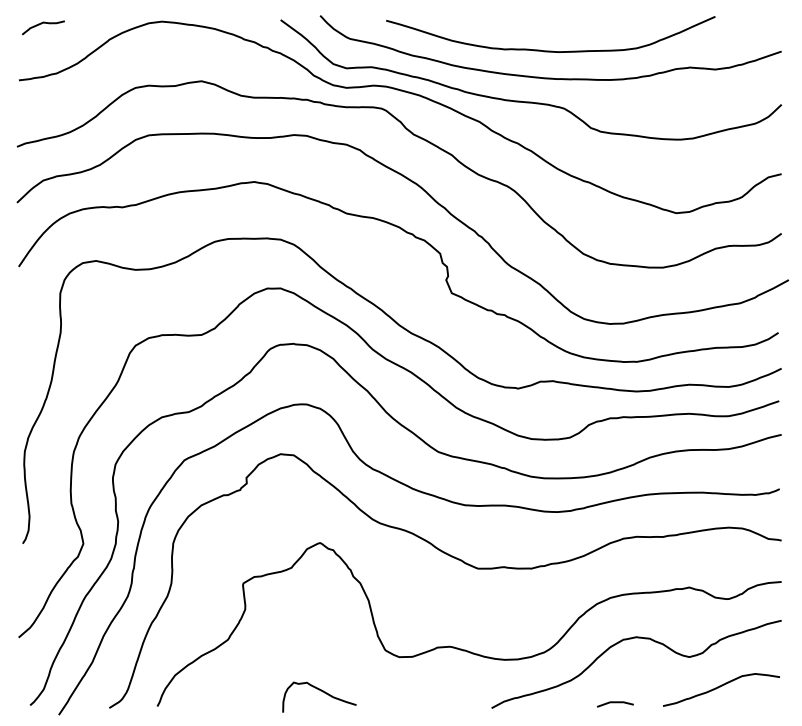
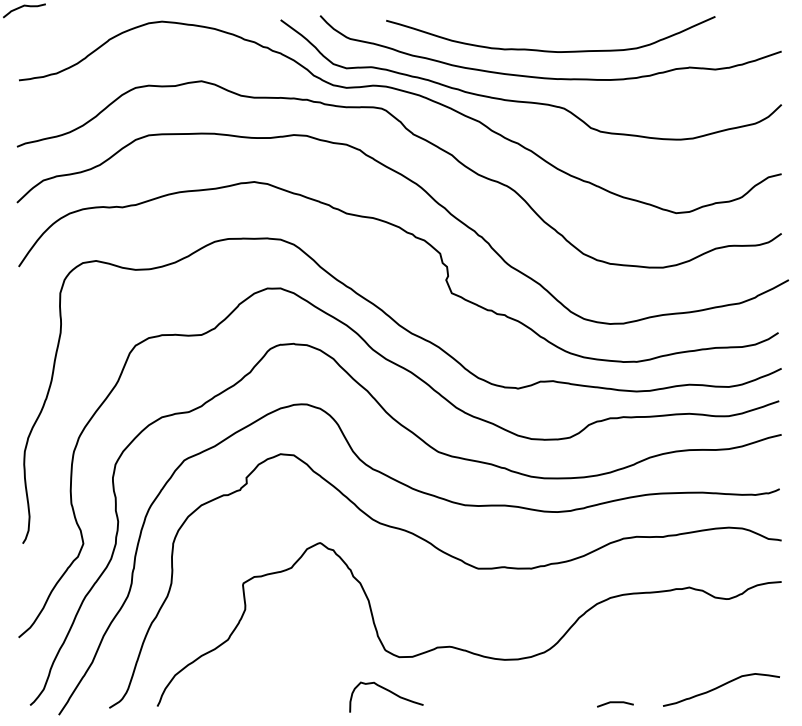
curve at (41, 24) position: (41, 24) -> (22, 7)
curve at (631, 639): present -> none
curve at (322, 692) position: (322, 692) -> (389, 692)
